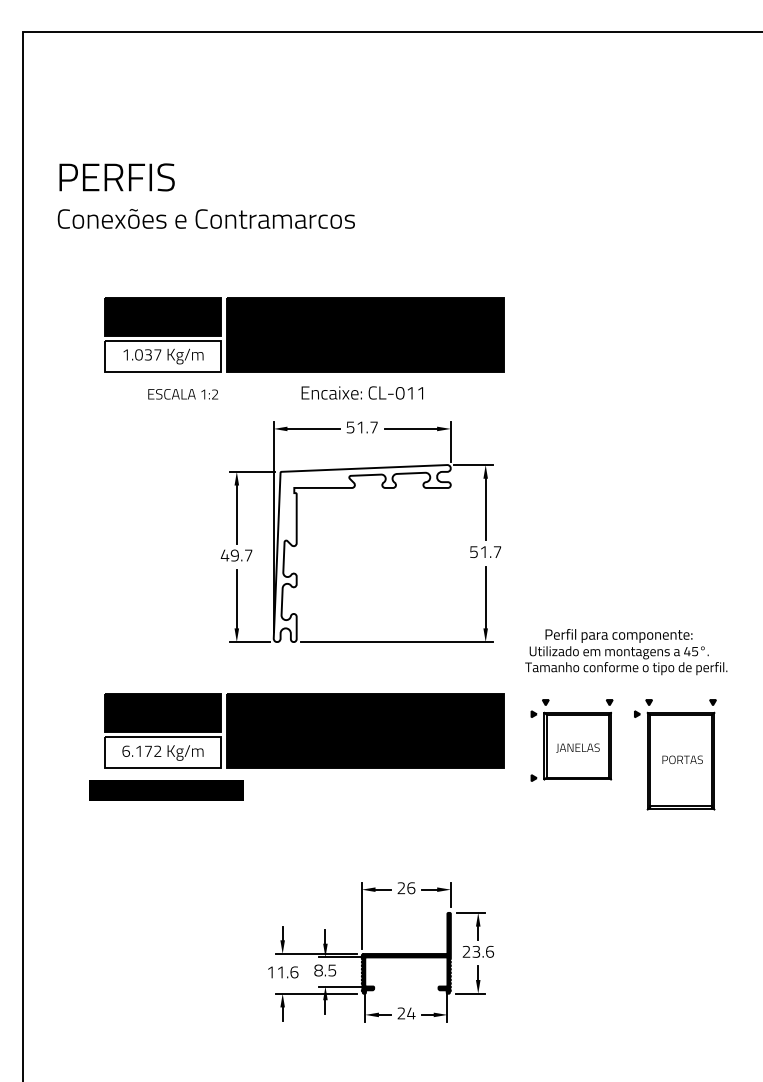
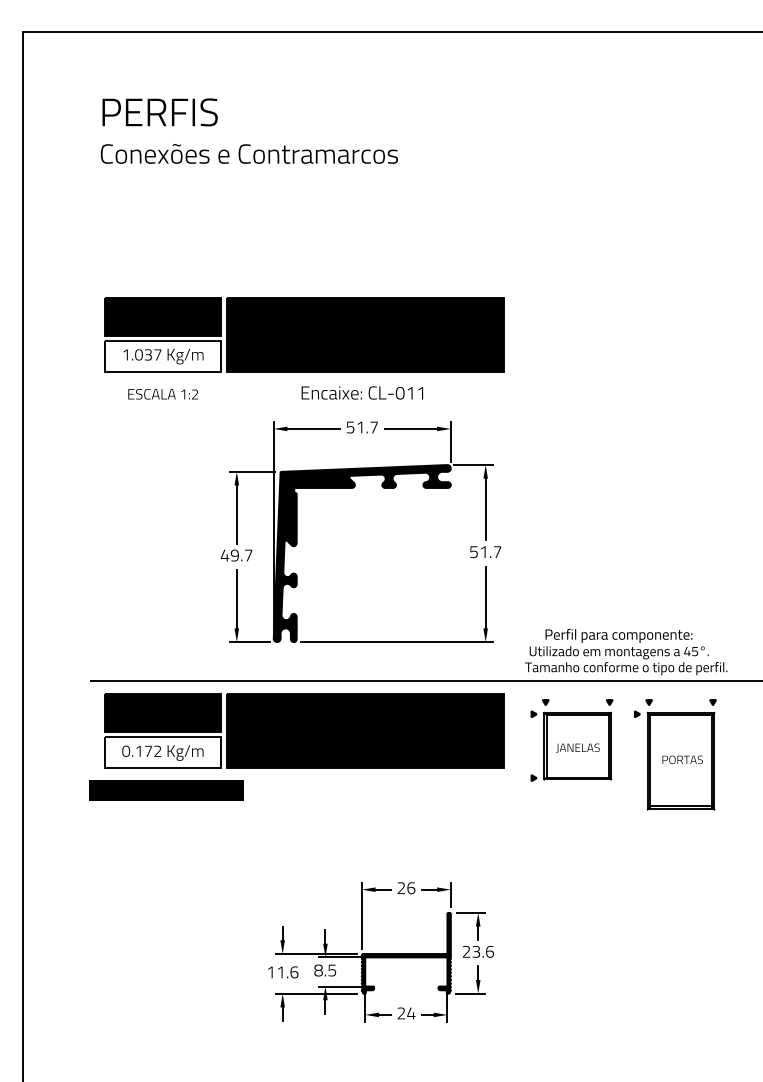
text at (205, 195) position: (205, 195) -> (248, 130)
text at (183, 394) position: (183, 394) -> (163, 394)
fill at (361, 553): none -> present
line at (425, 680): none -> present
text at (126, 750): 6.172 -> 0.172
